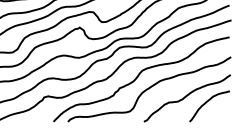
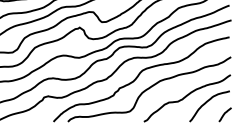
curve at (224, 114): none -> present
